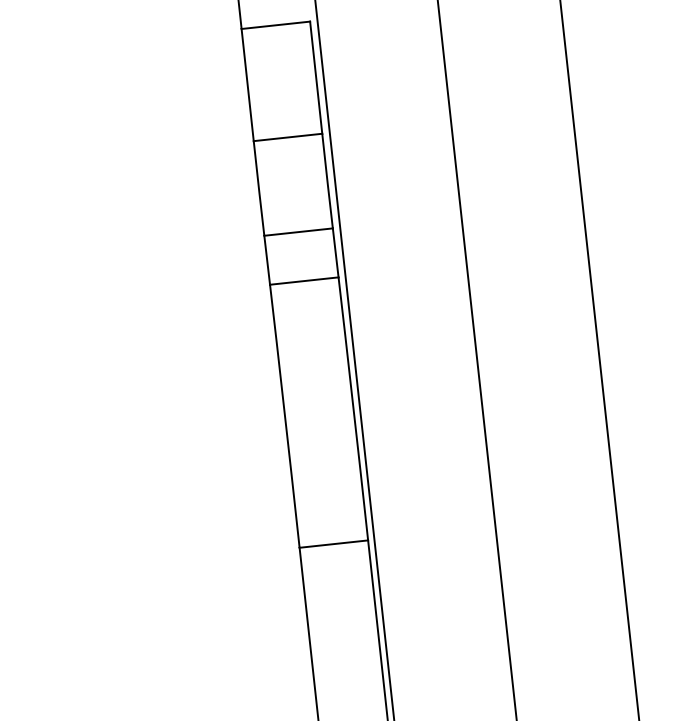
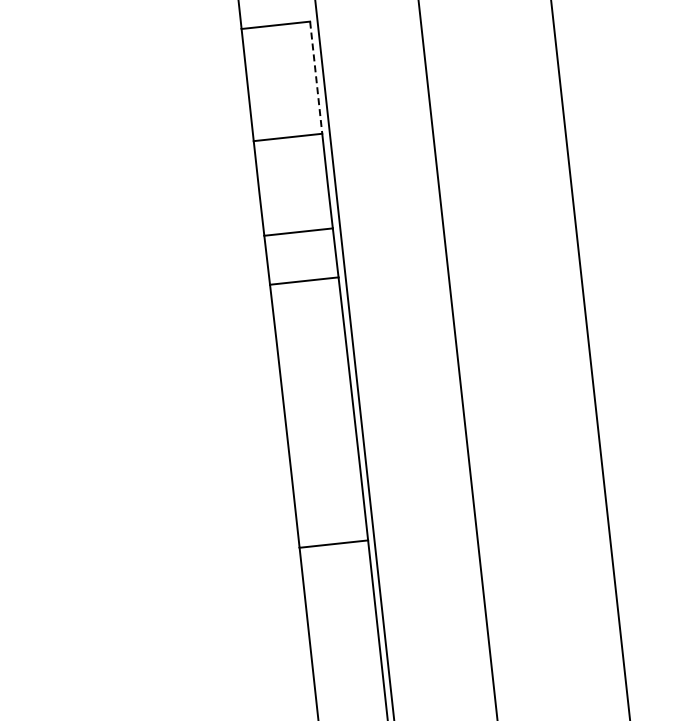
line at (316, 78): solid -> dashed
line at (476, 359) position: (476, 359) -> (457, 359)
line at (599, 359) position: (599, 359) -> (590, 359)
